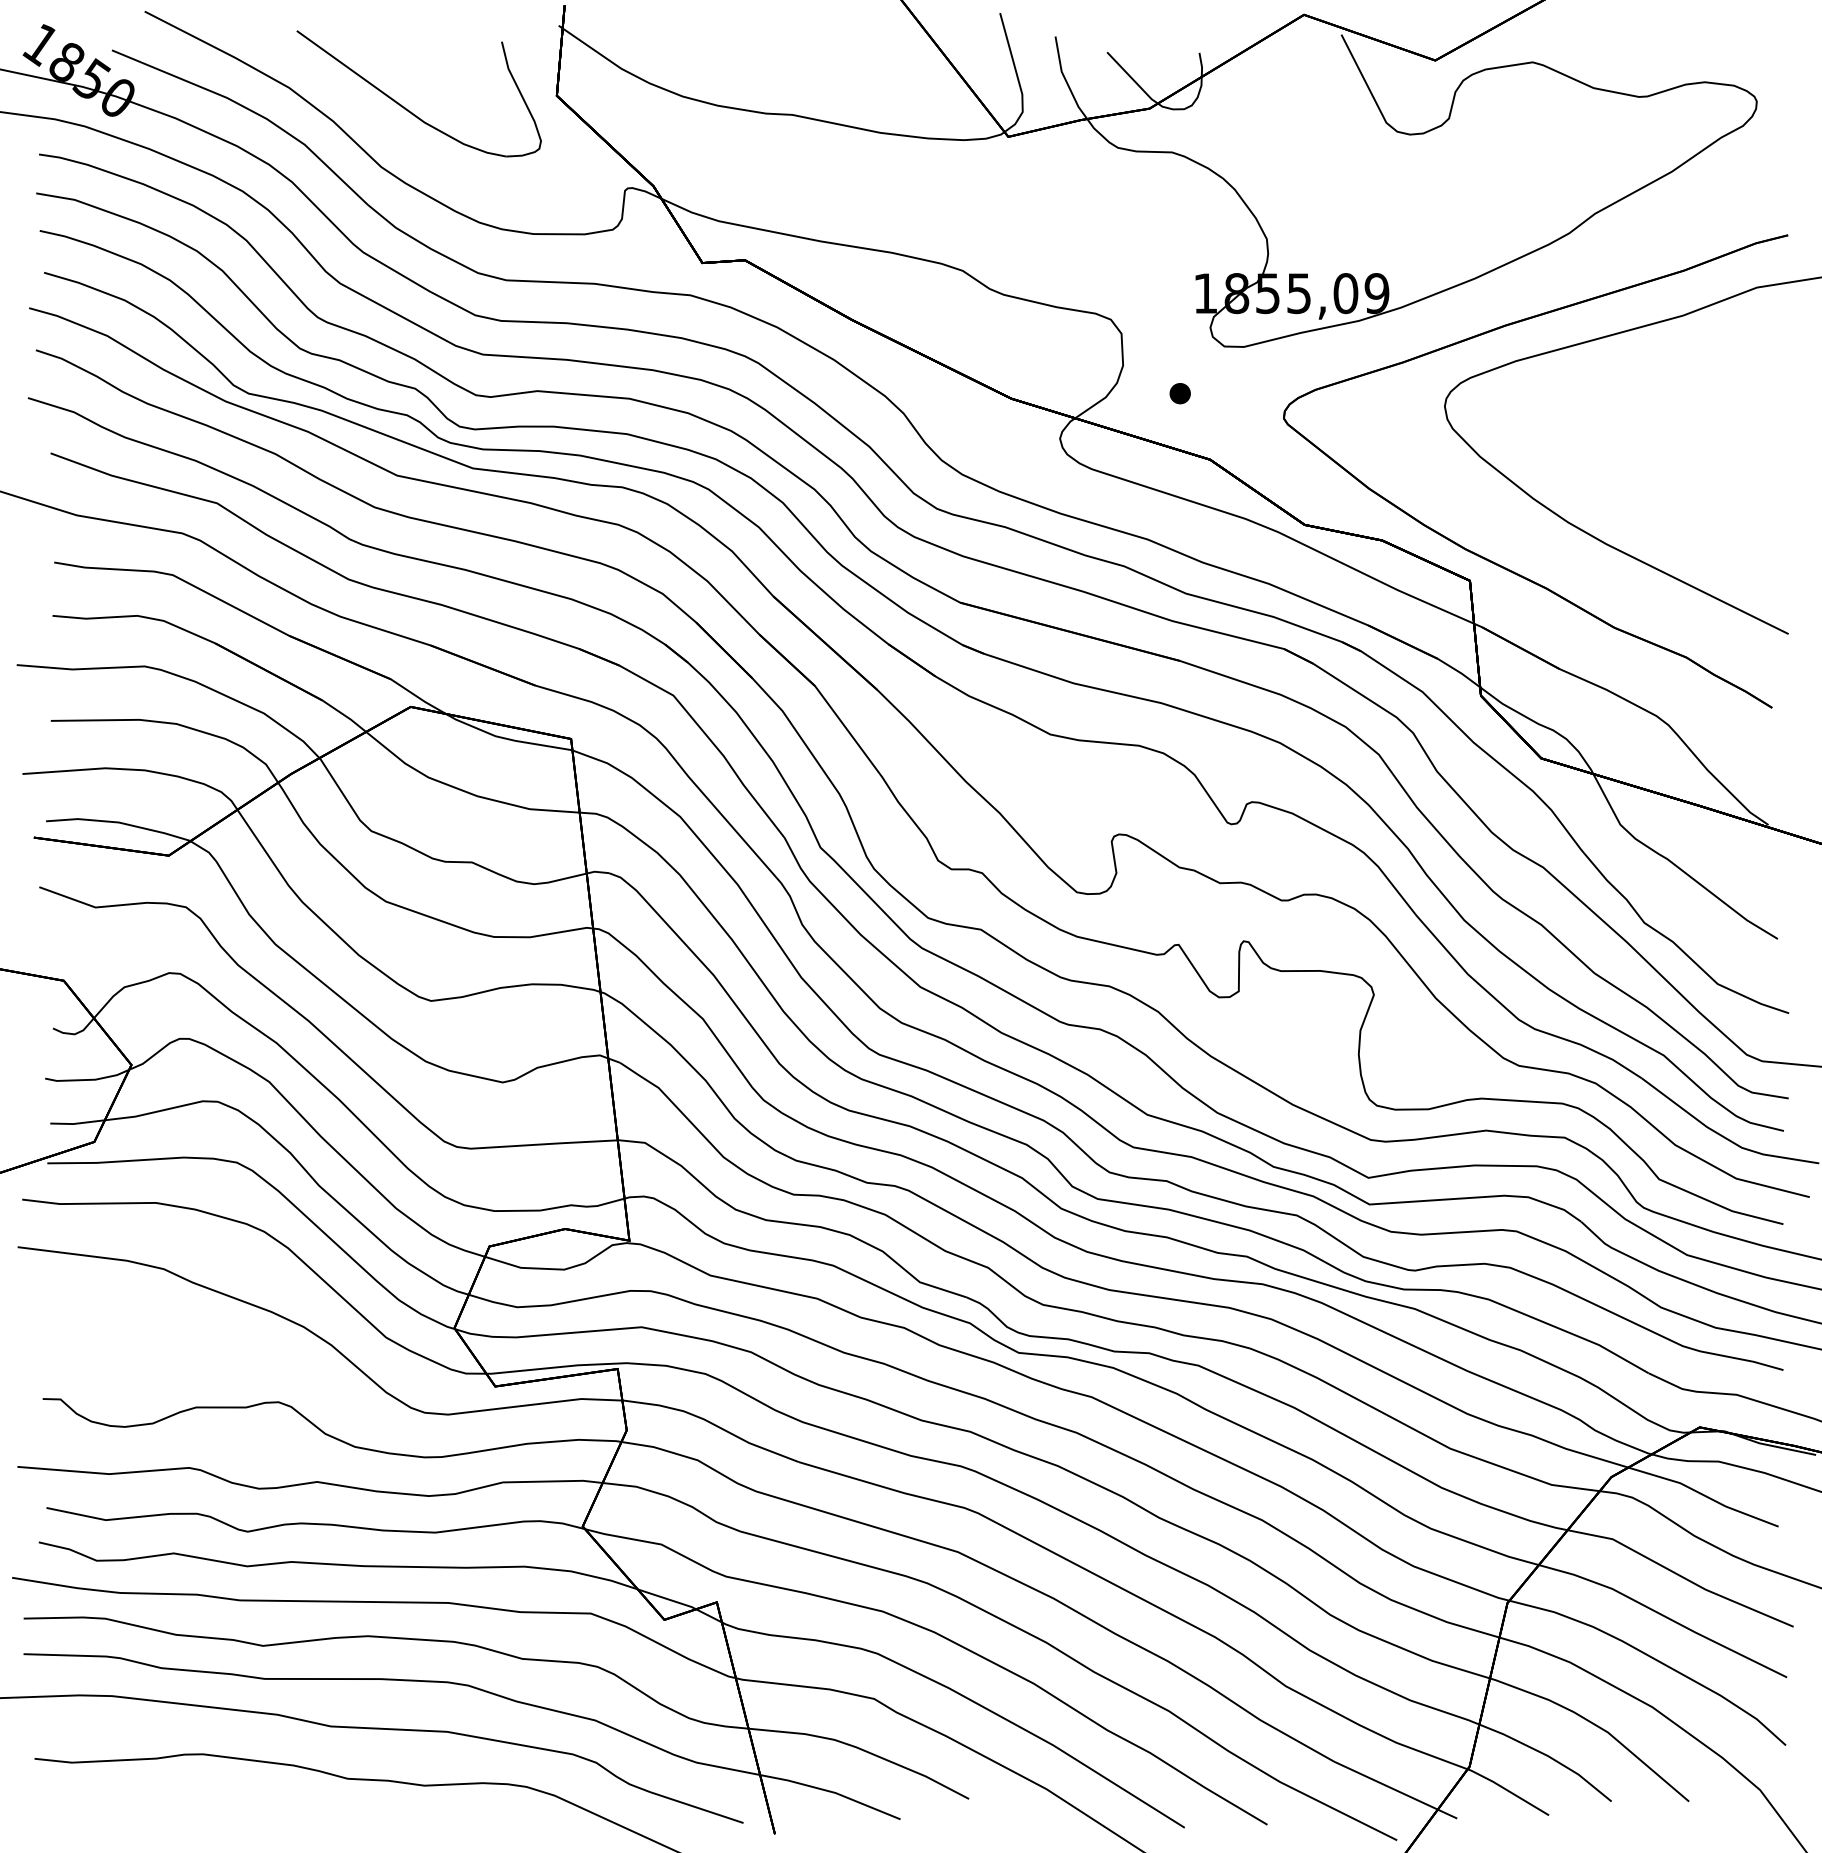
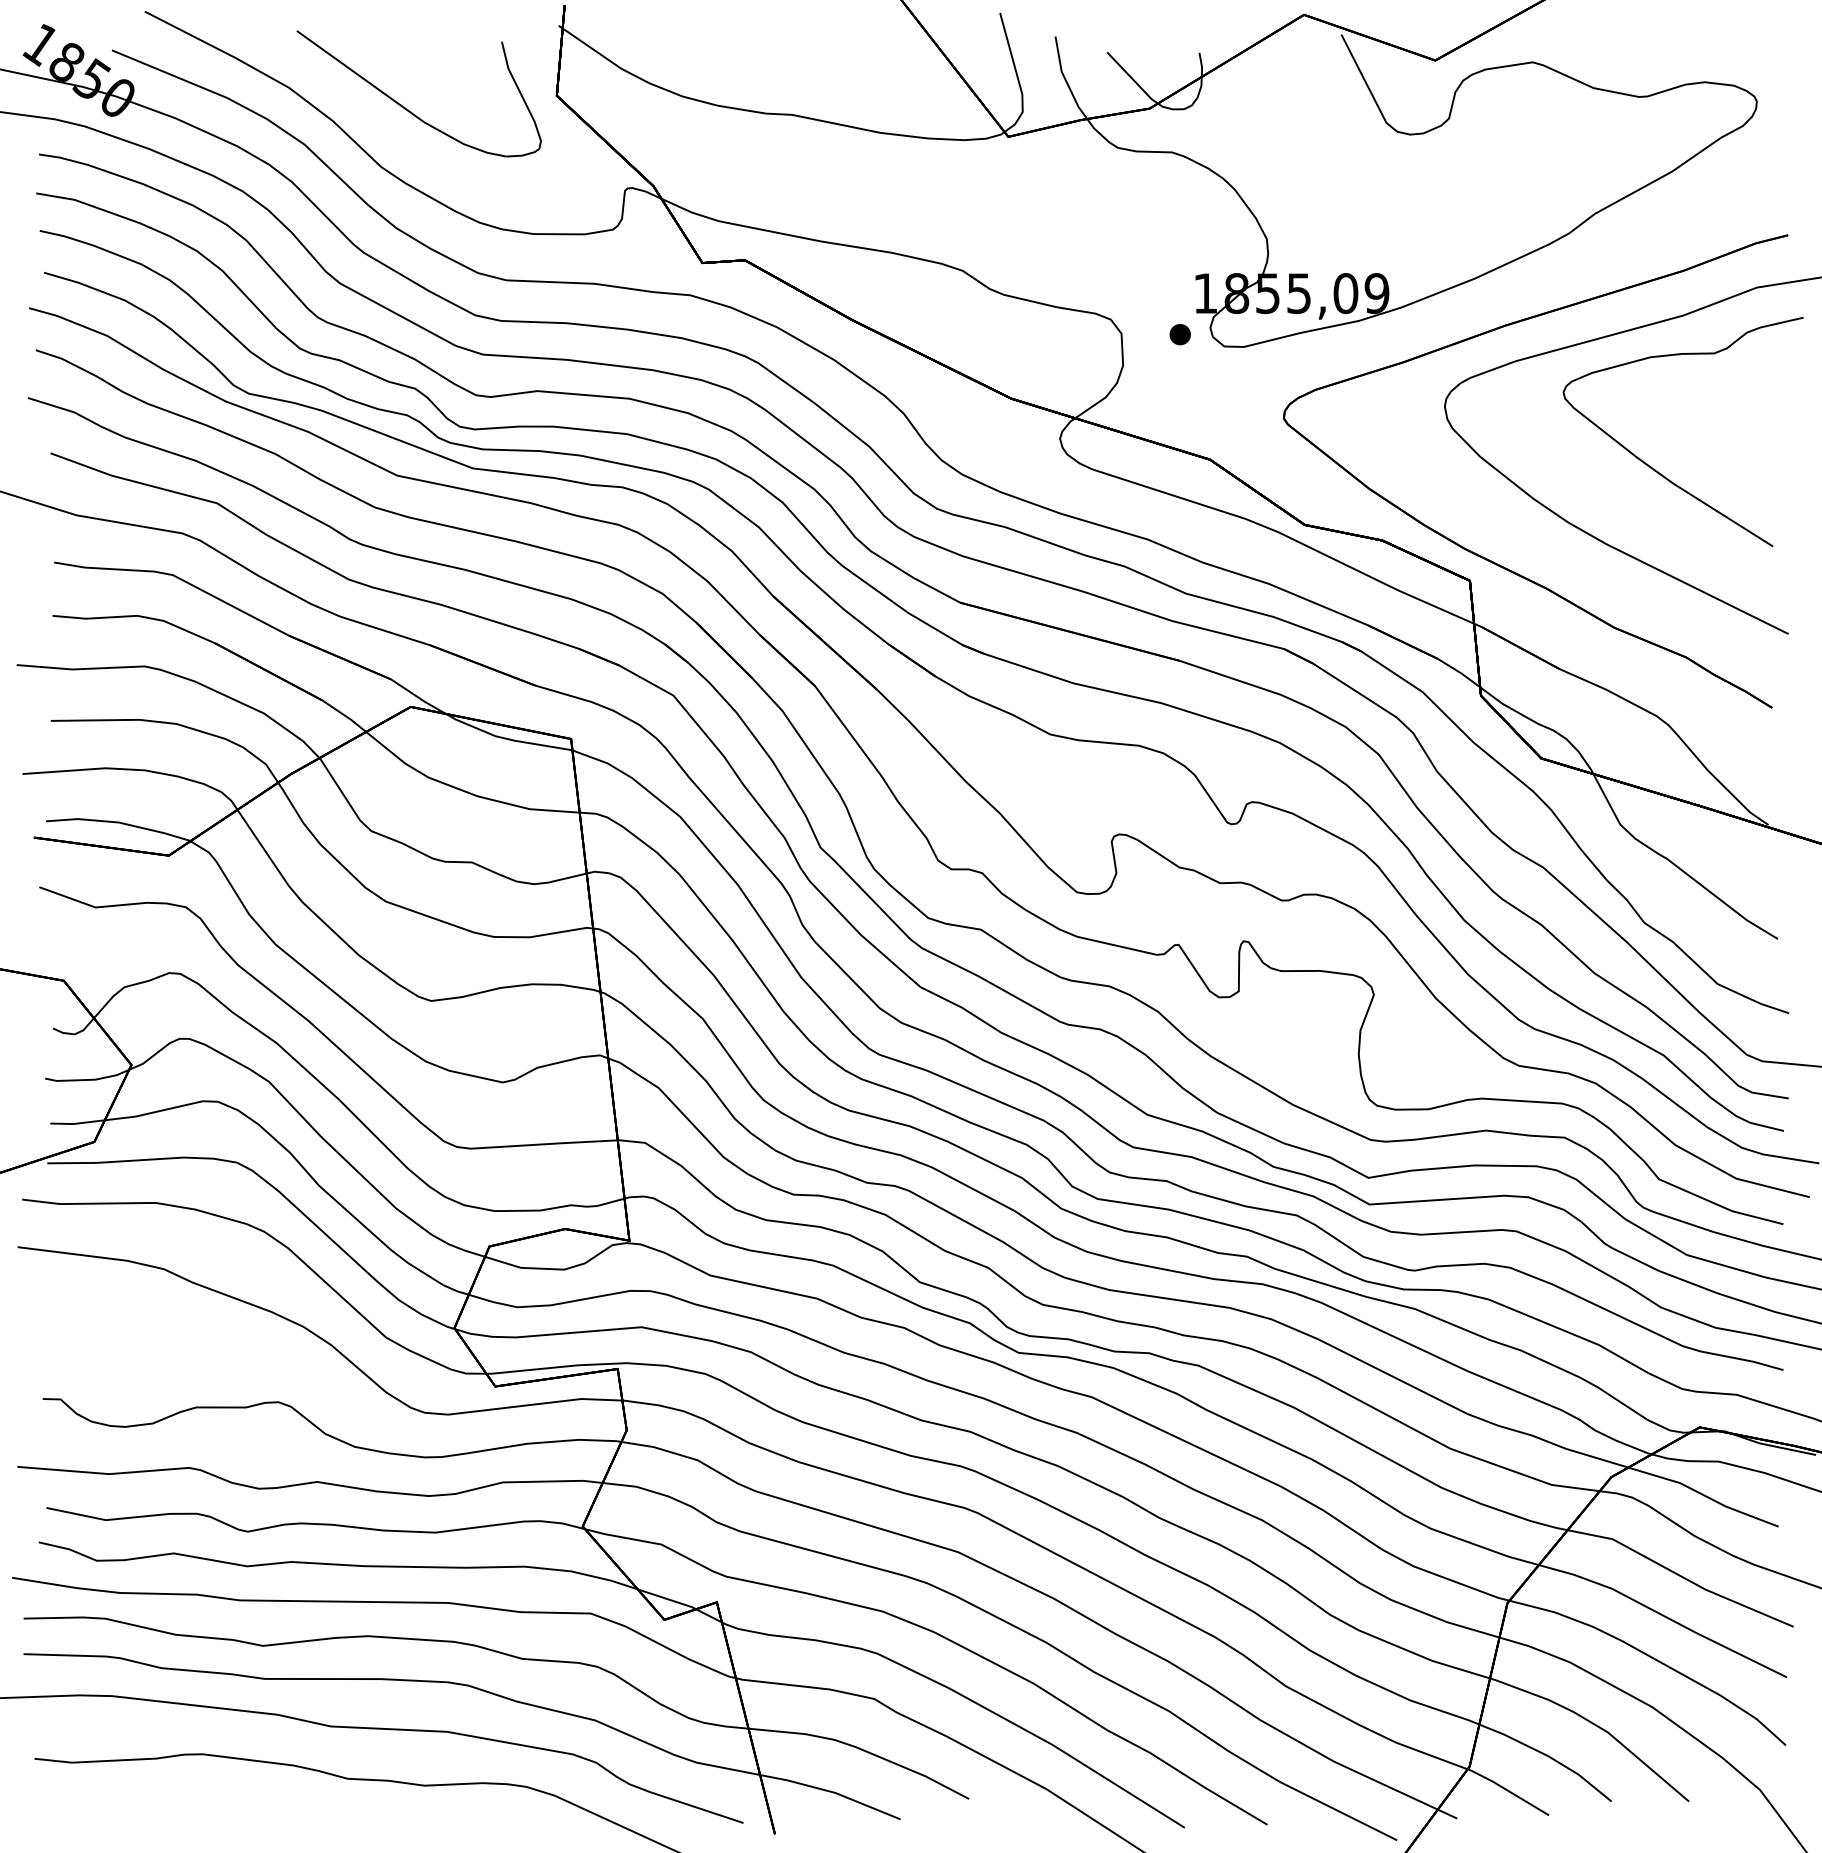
part at (1179, 393) position: (1179, 393) -> (1179, 334)
curve at (1654, 468): none -> present
